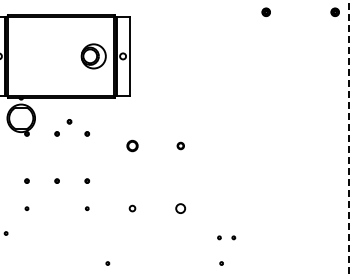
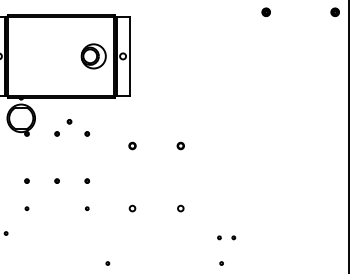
line at (348, 136): dashed -> solid
part at (132, 145) size: 13x14 px -> 9x10 px
circle at (180, 208) size: 12x11 px -> 8x9 px
